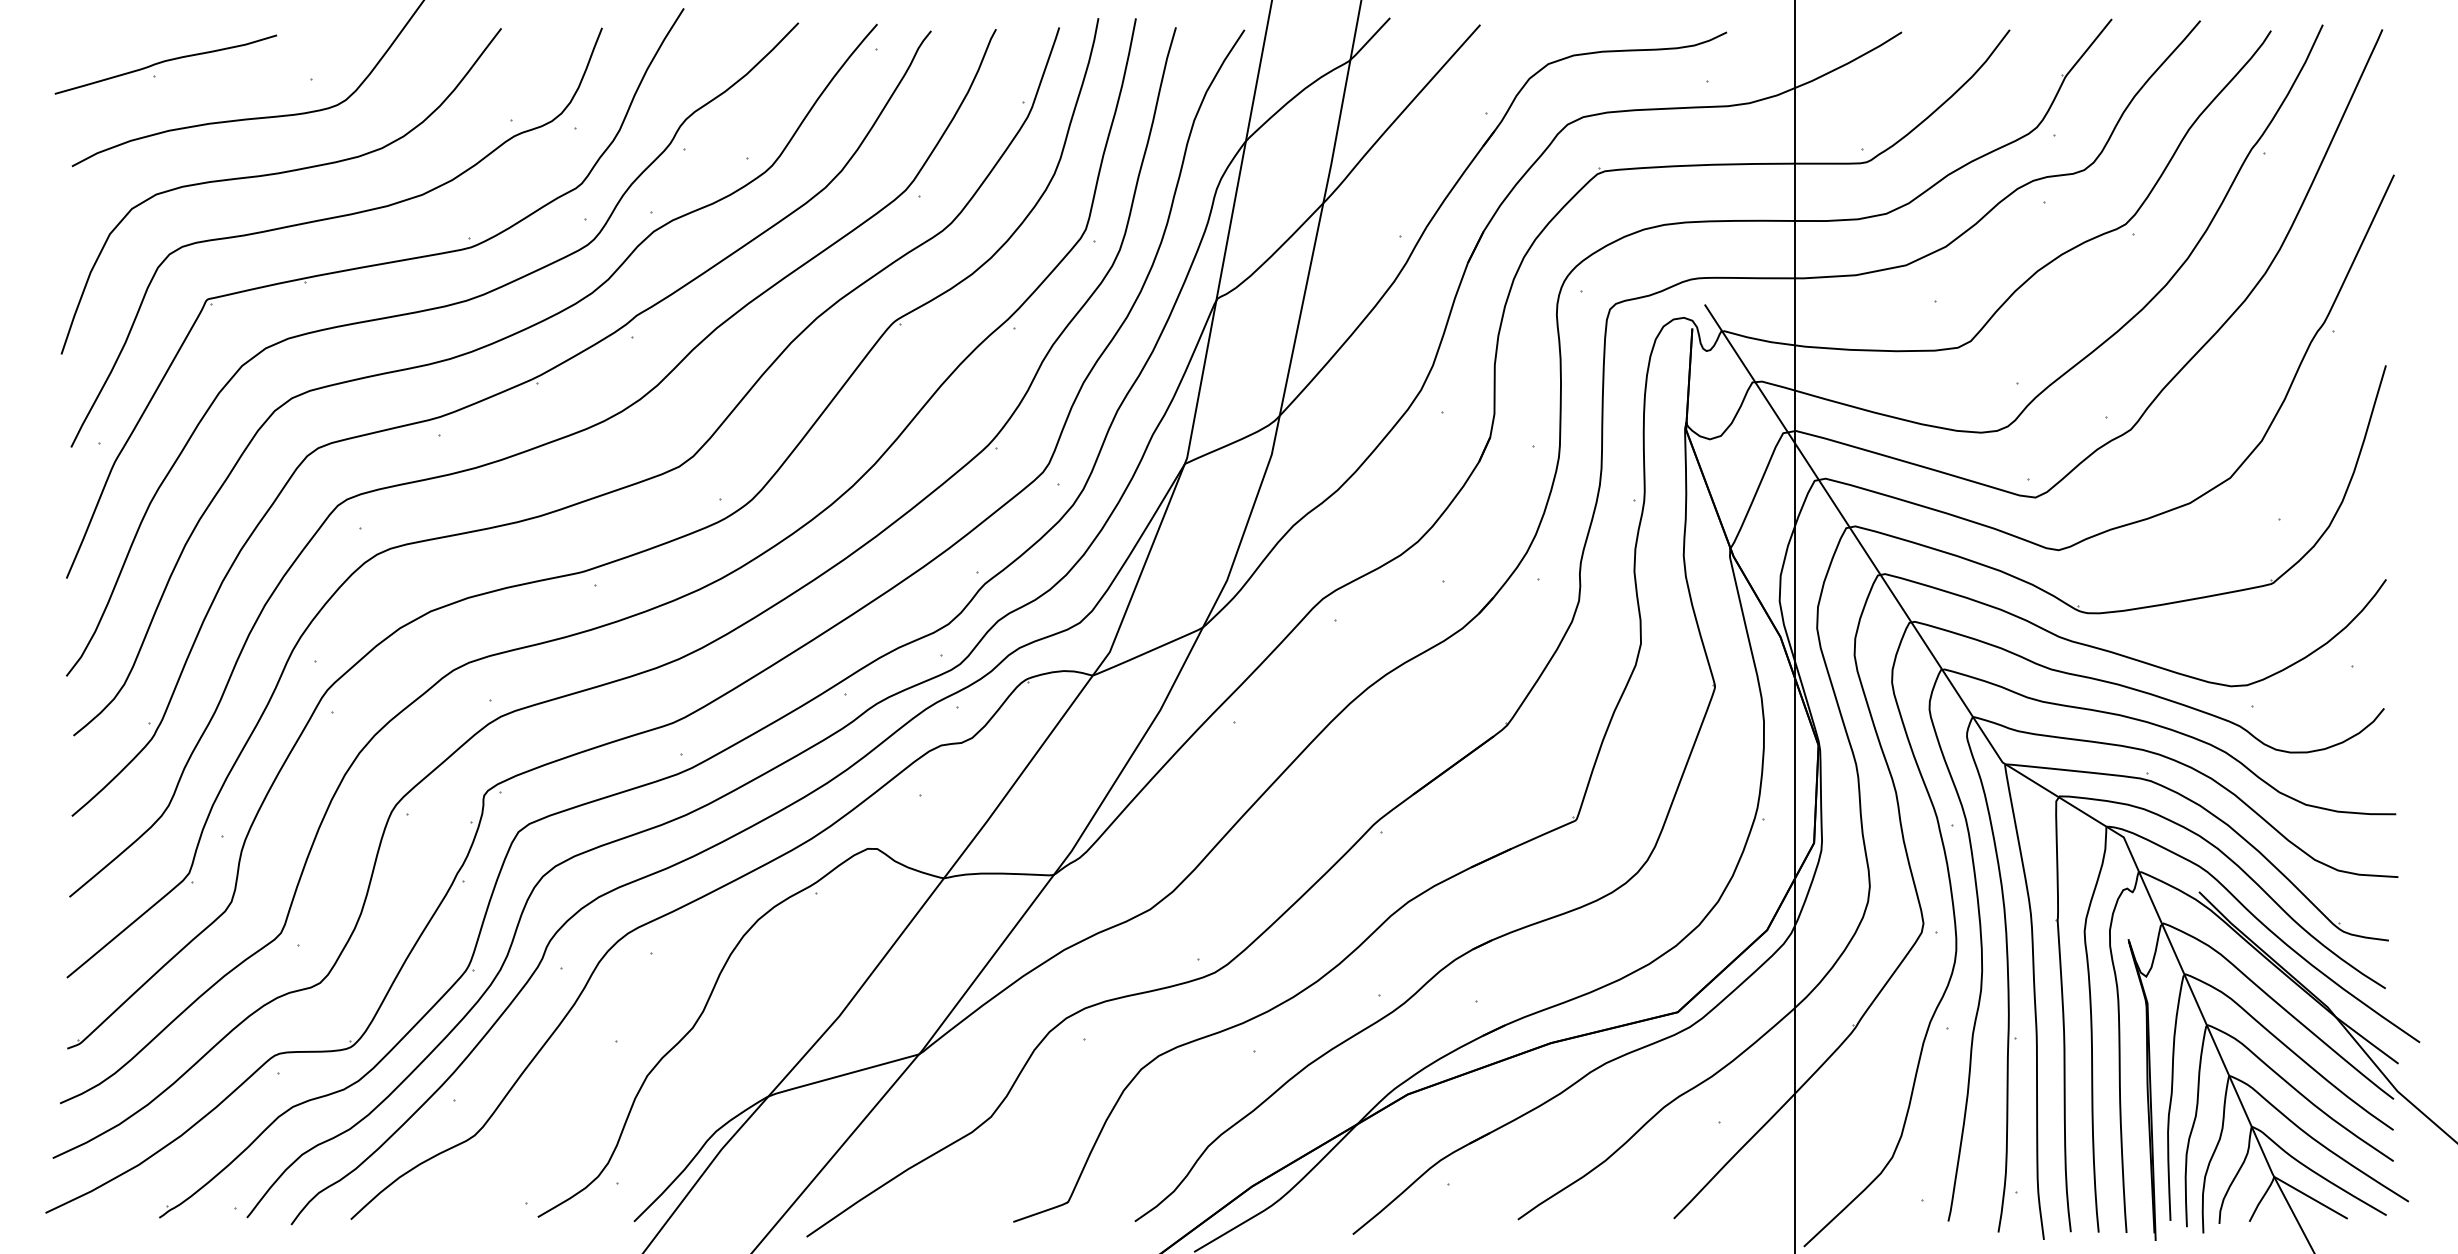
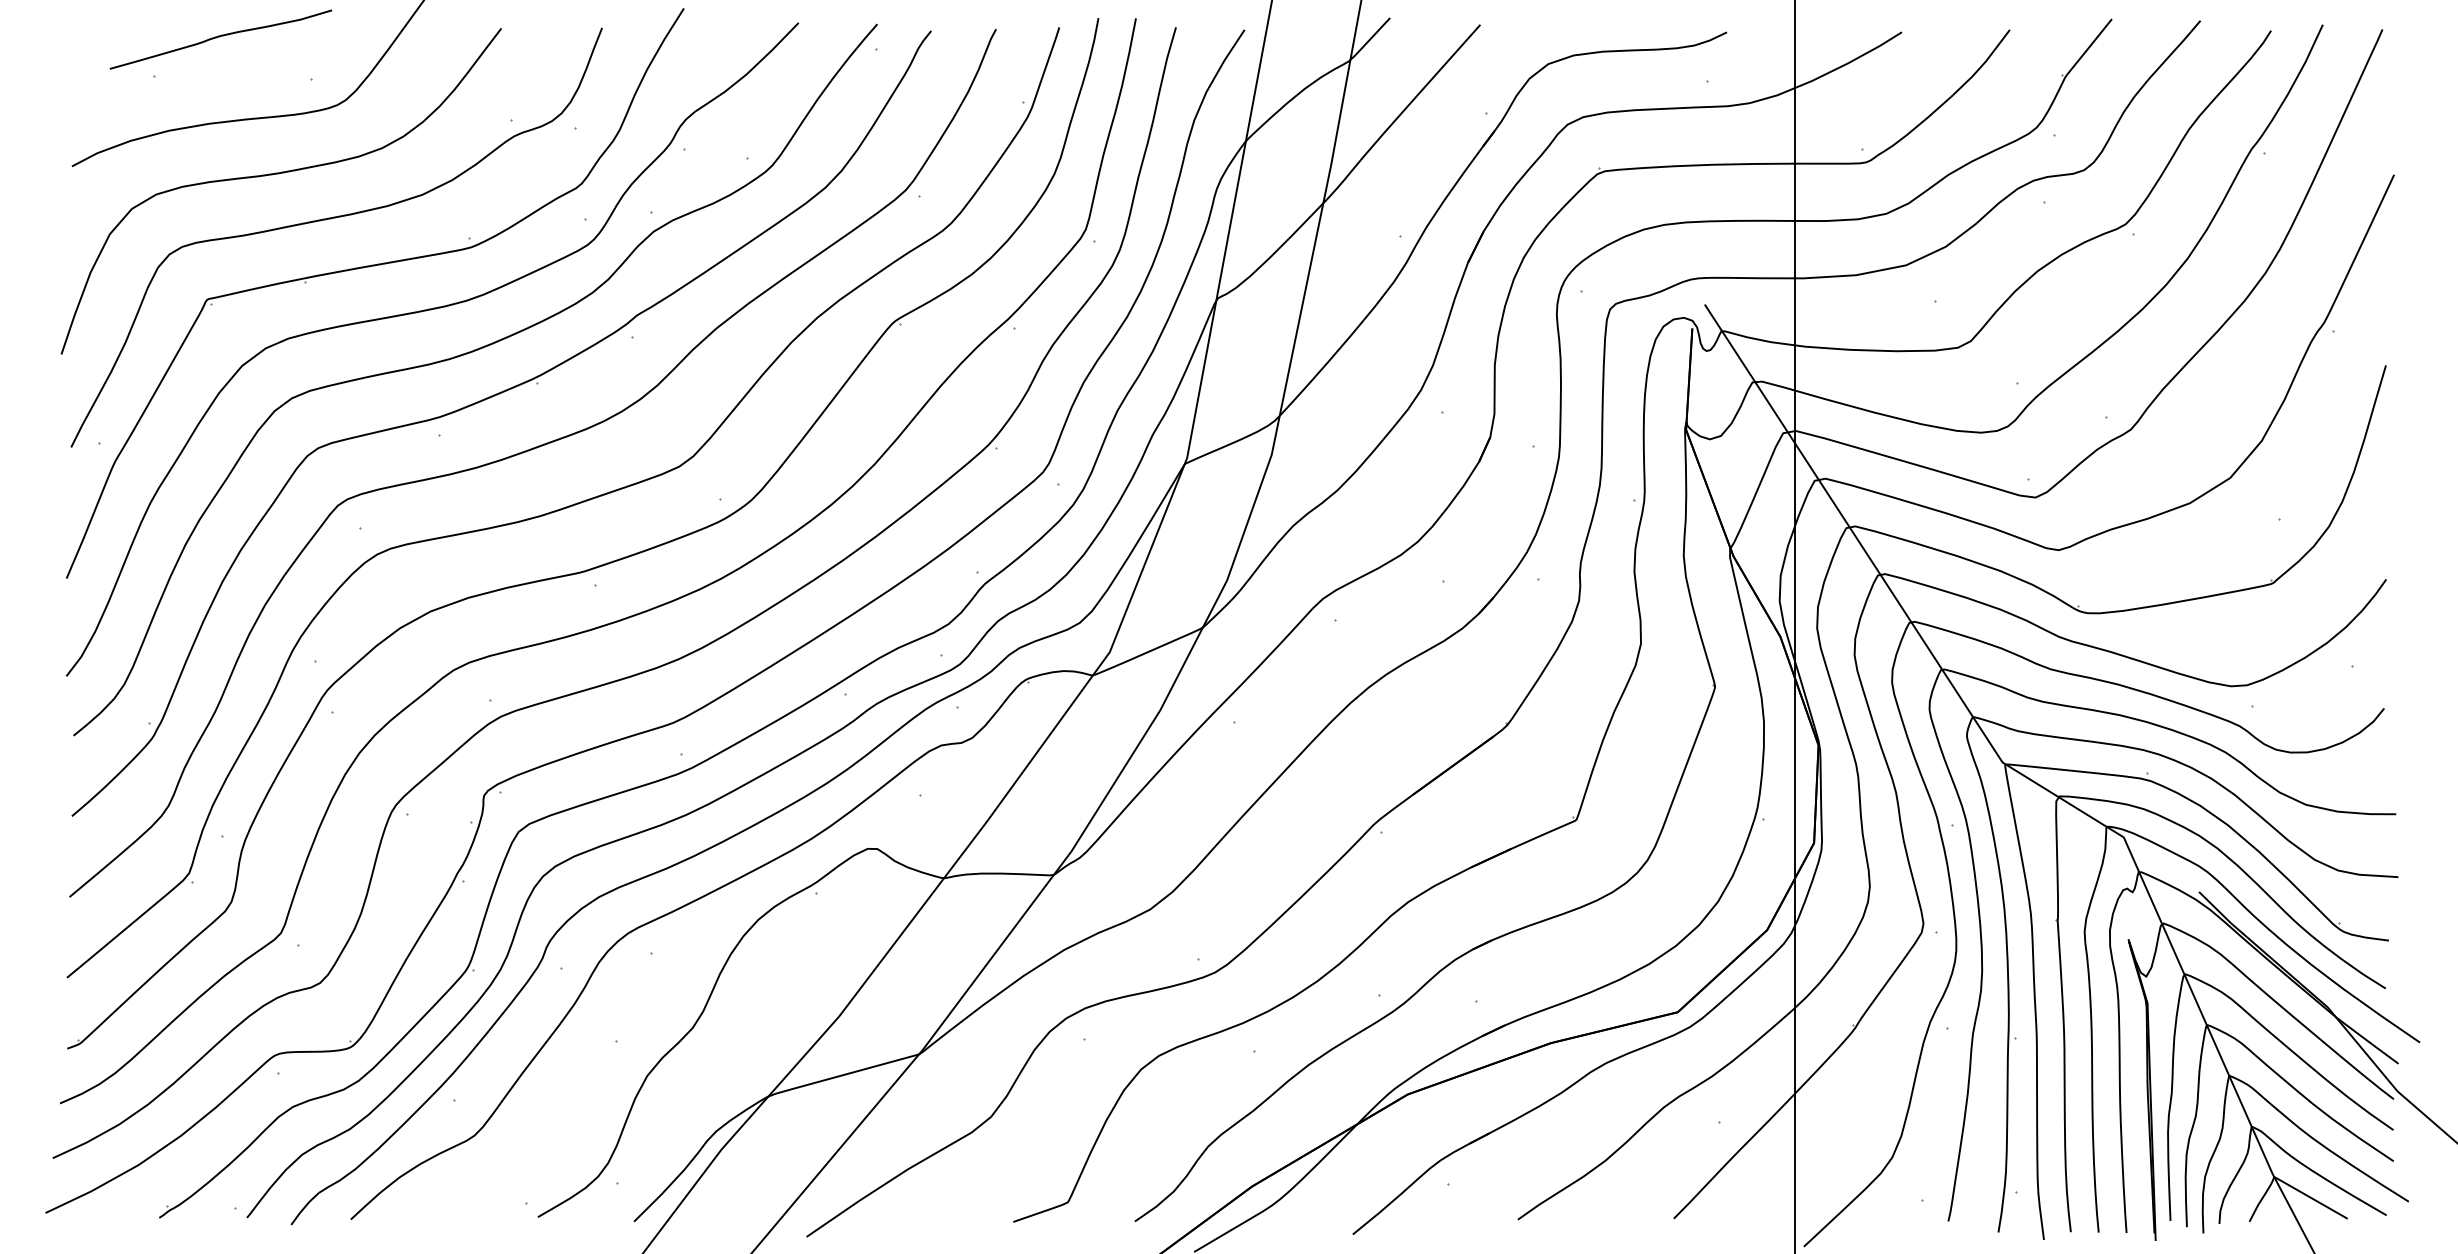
curve at (164, 62) position: (164, 62) -> (219, 37)
